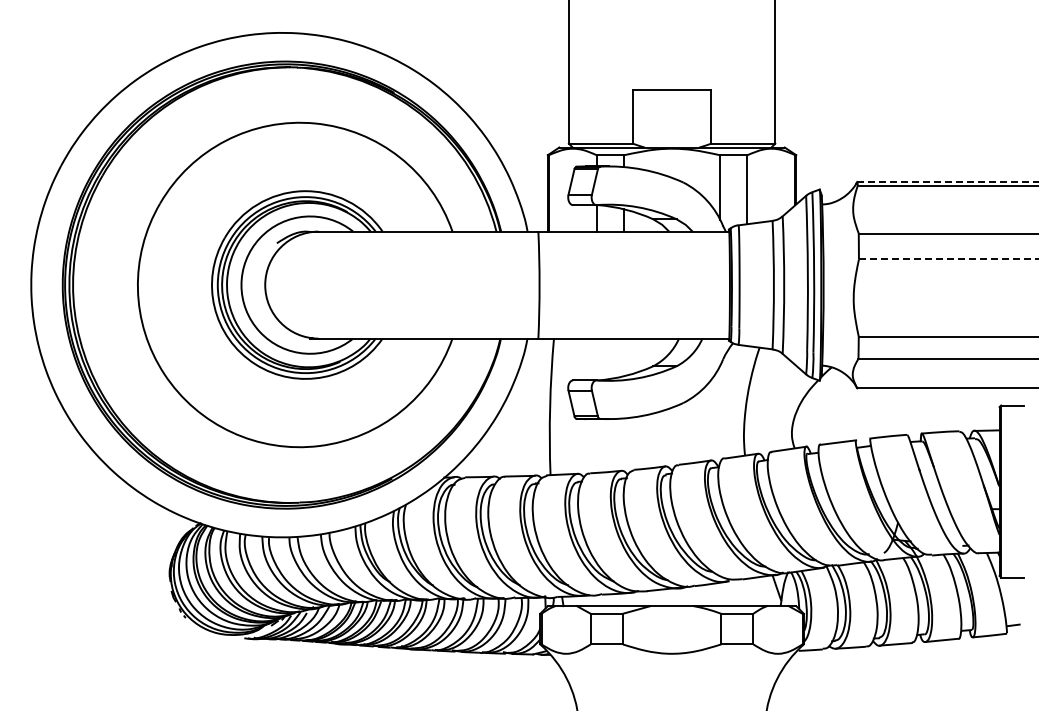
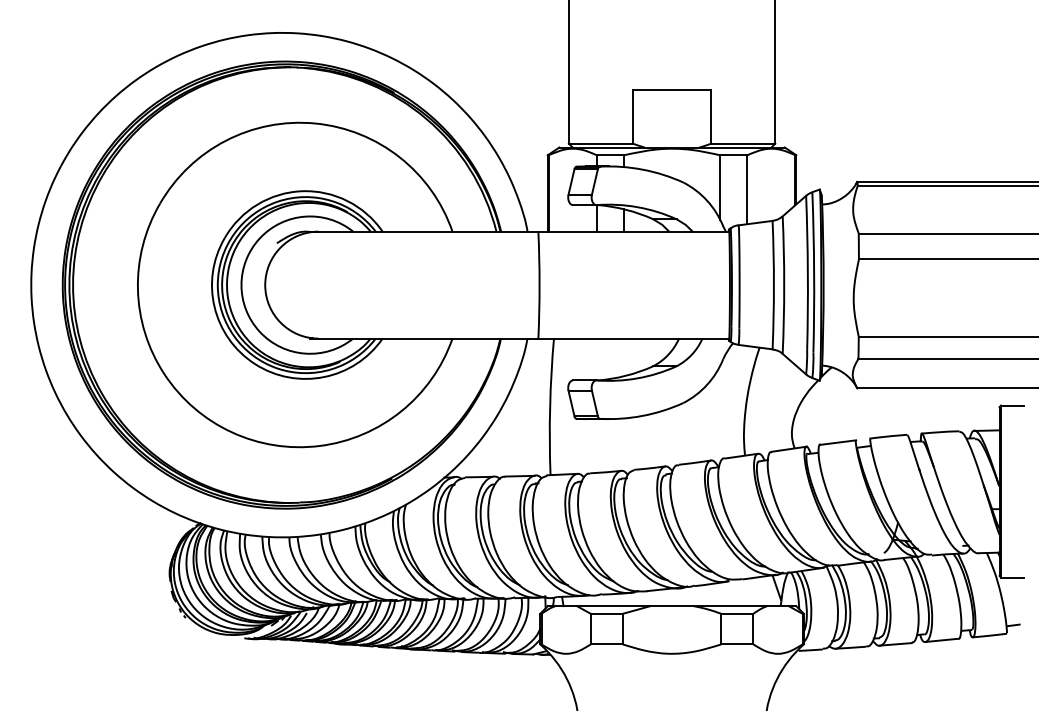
line at (948, 181): dashed -> solid
line at (948, 259): dashed -> solid
